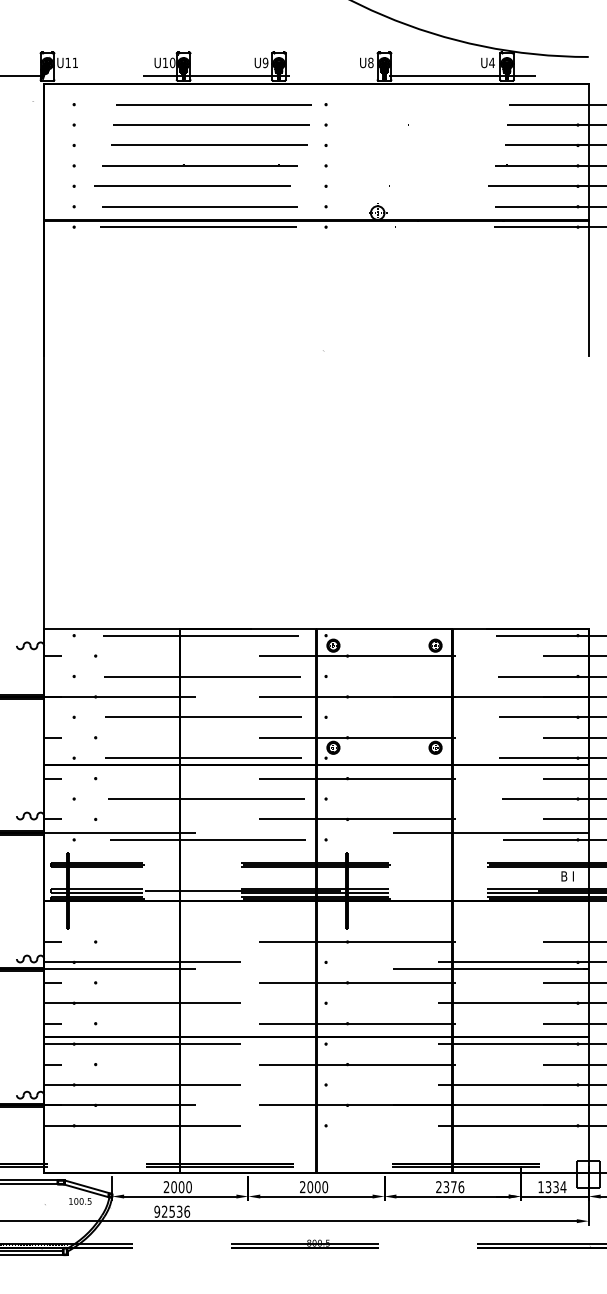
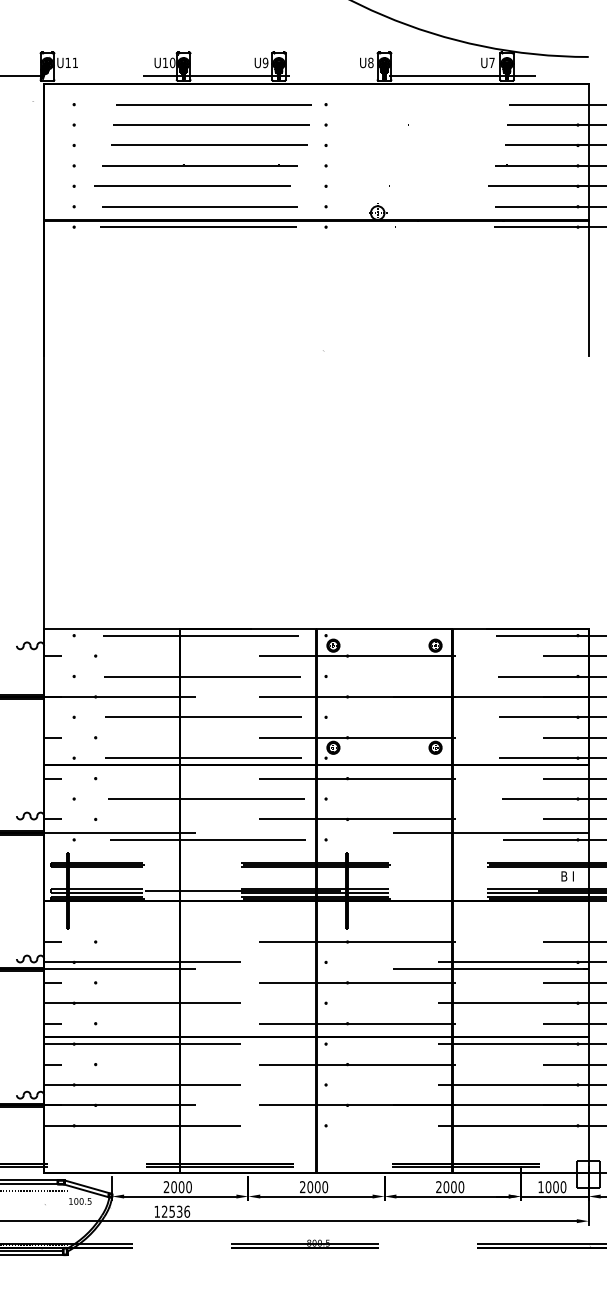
text at (491, 62): U4 -> U7
text at (453, 1187): 2376 -> 2000
text at (555, 1187): 1334 -> 1000
line at (34, 1190): none -> present
text at (157, 1211): 92536 -> 12536
